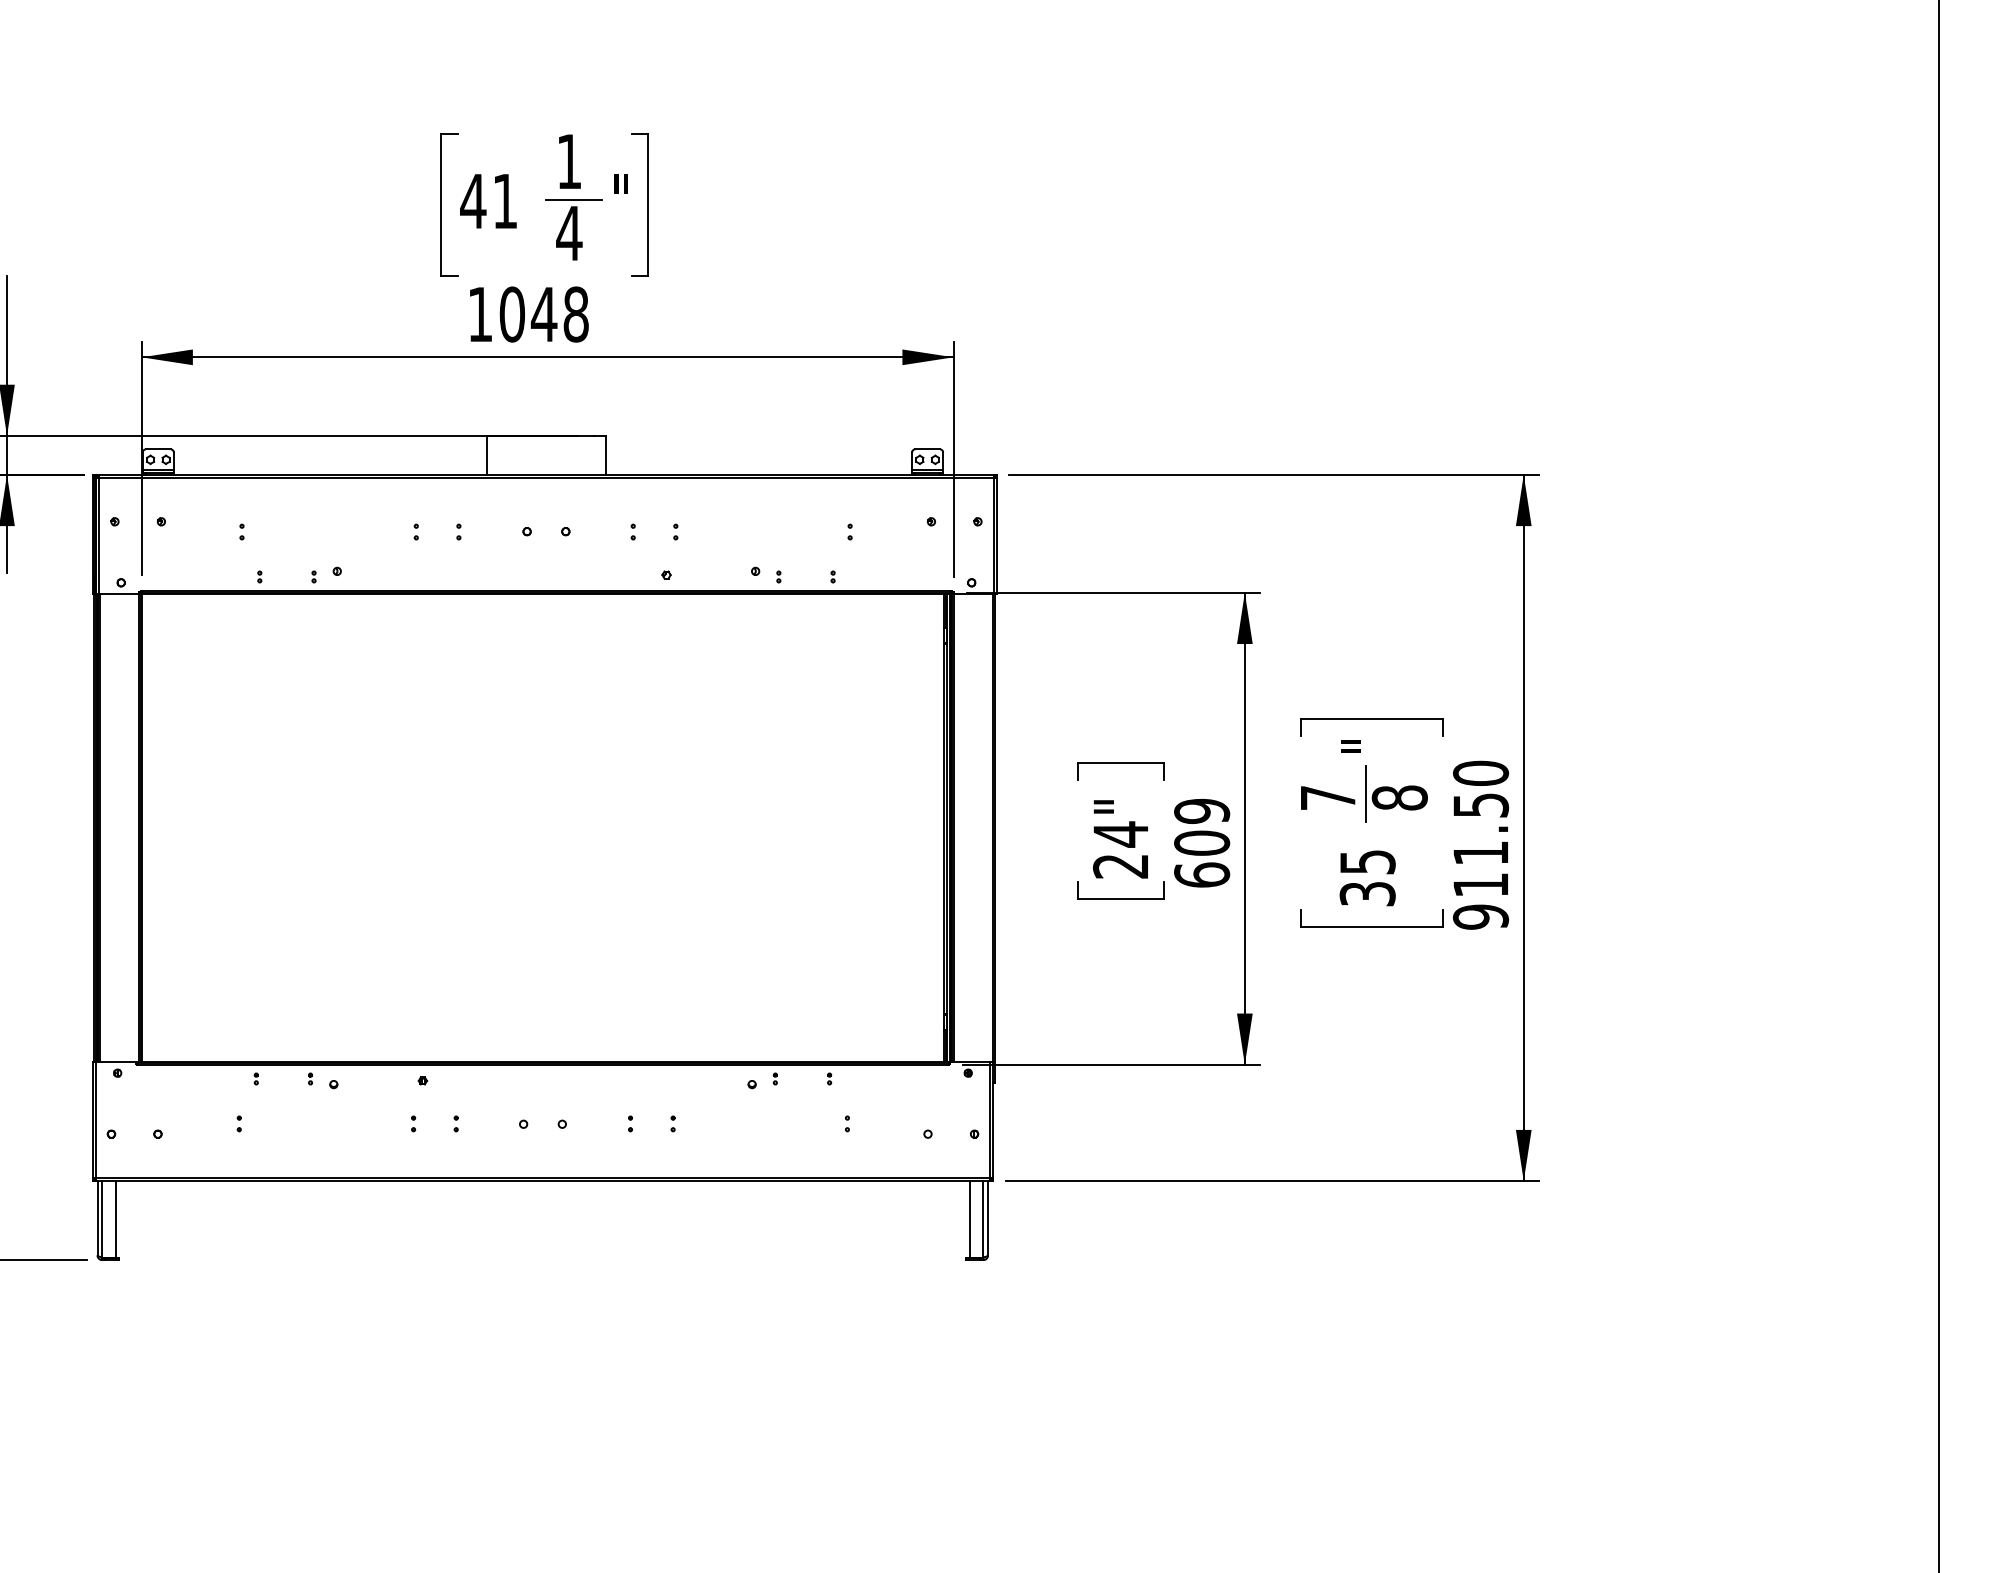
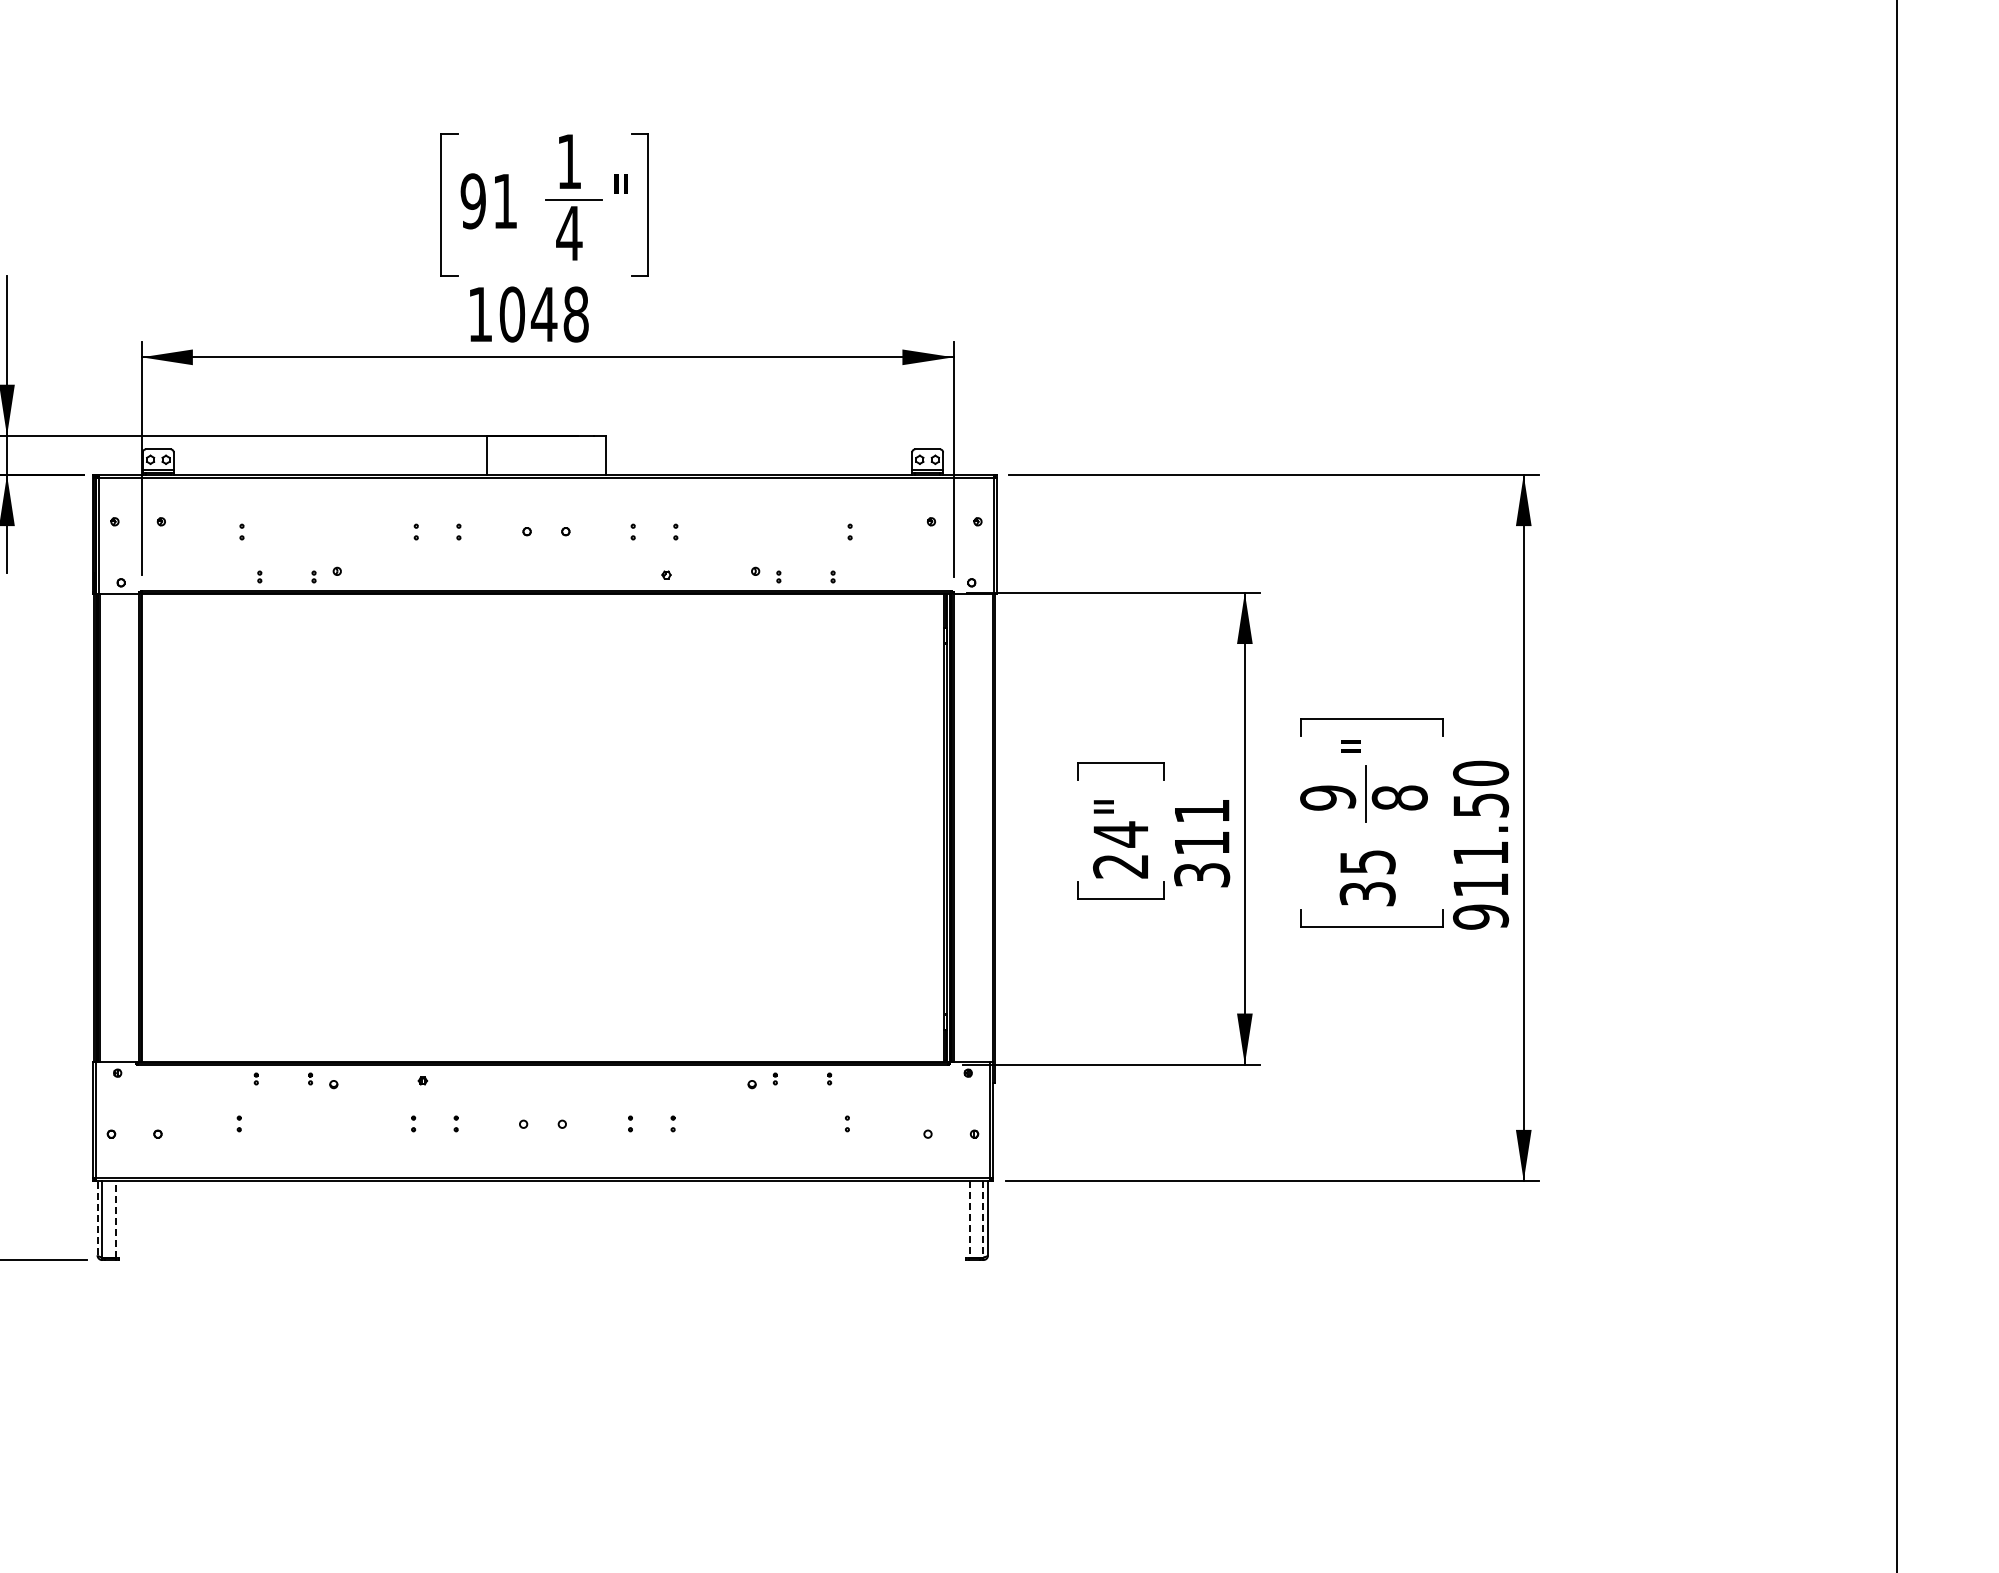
text at (473, 201): 41 -> 91
line at (1939, 785) position: (1939, 785) -> (1897, 785)
text at (1328, 797): 7 -> 9
text at (1202, 842): 609 -> 311
line at (97, 1217): solid -> dashed
line at (115, 1218): solid -> dashed
line at (969, 1219): solid -> dashed
line at (983, 1219): solid -> dashed
